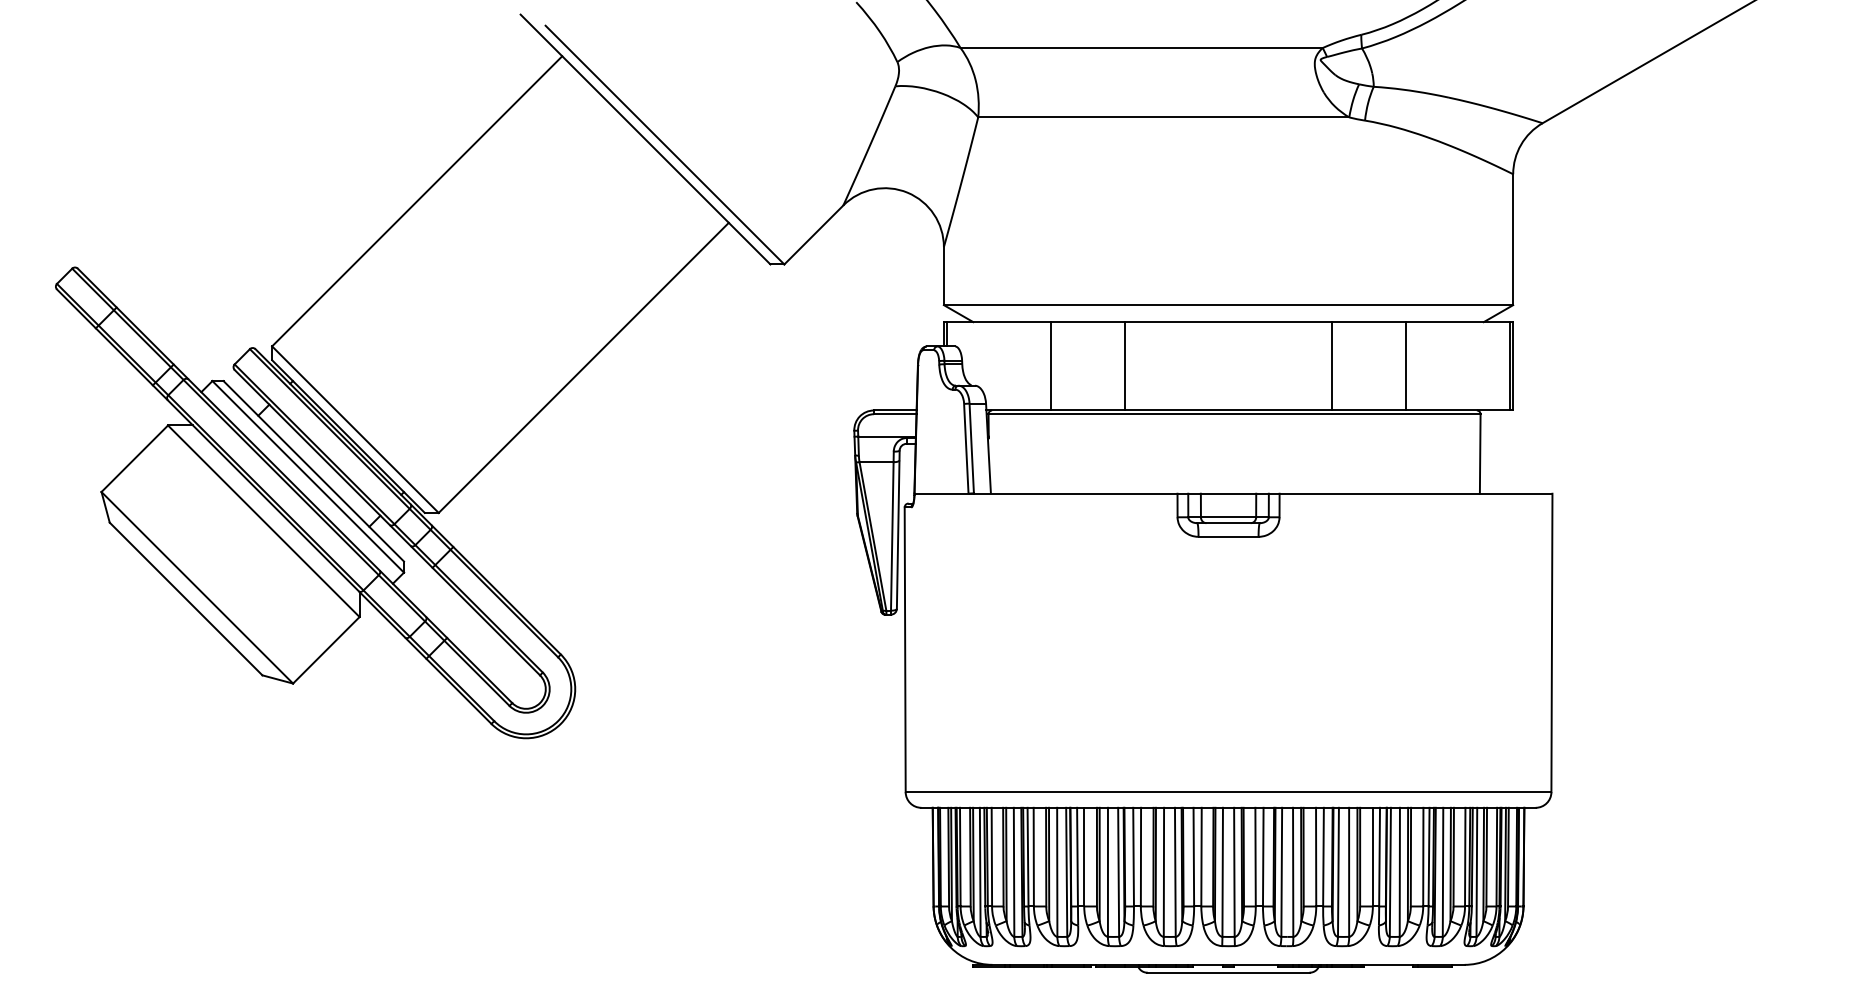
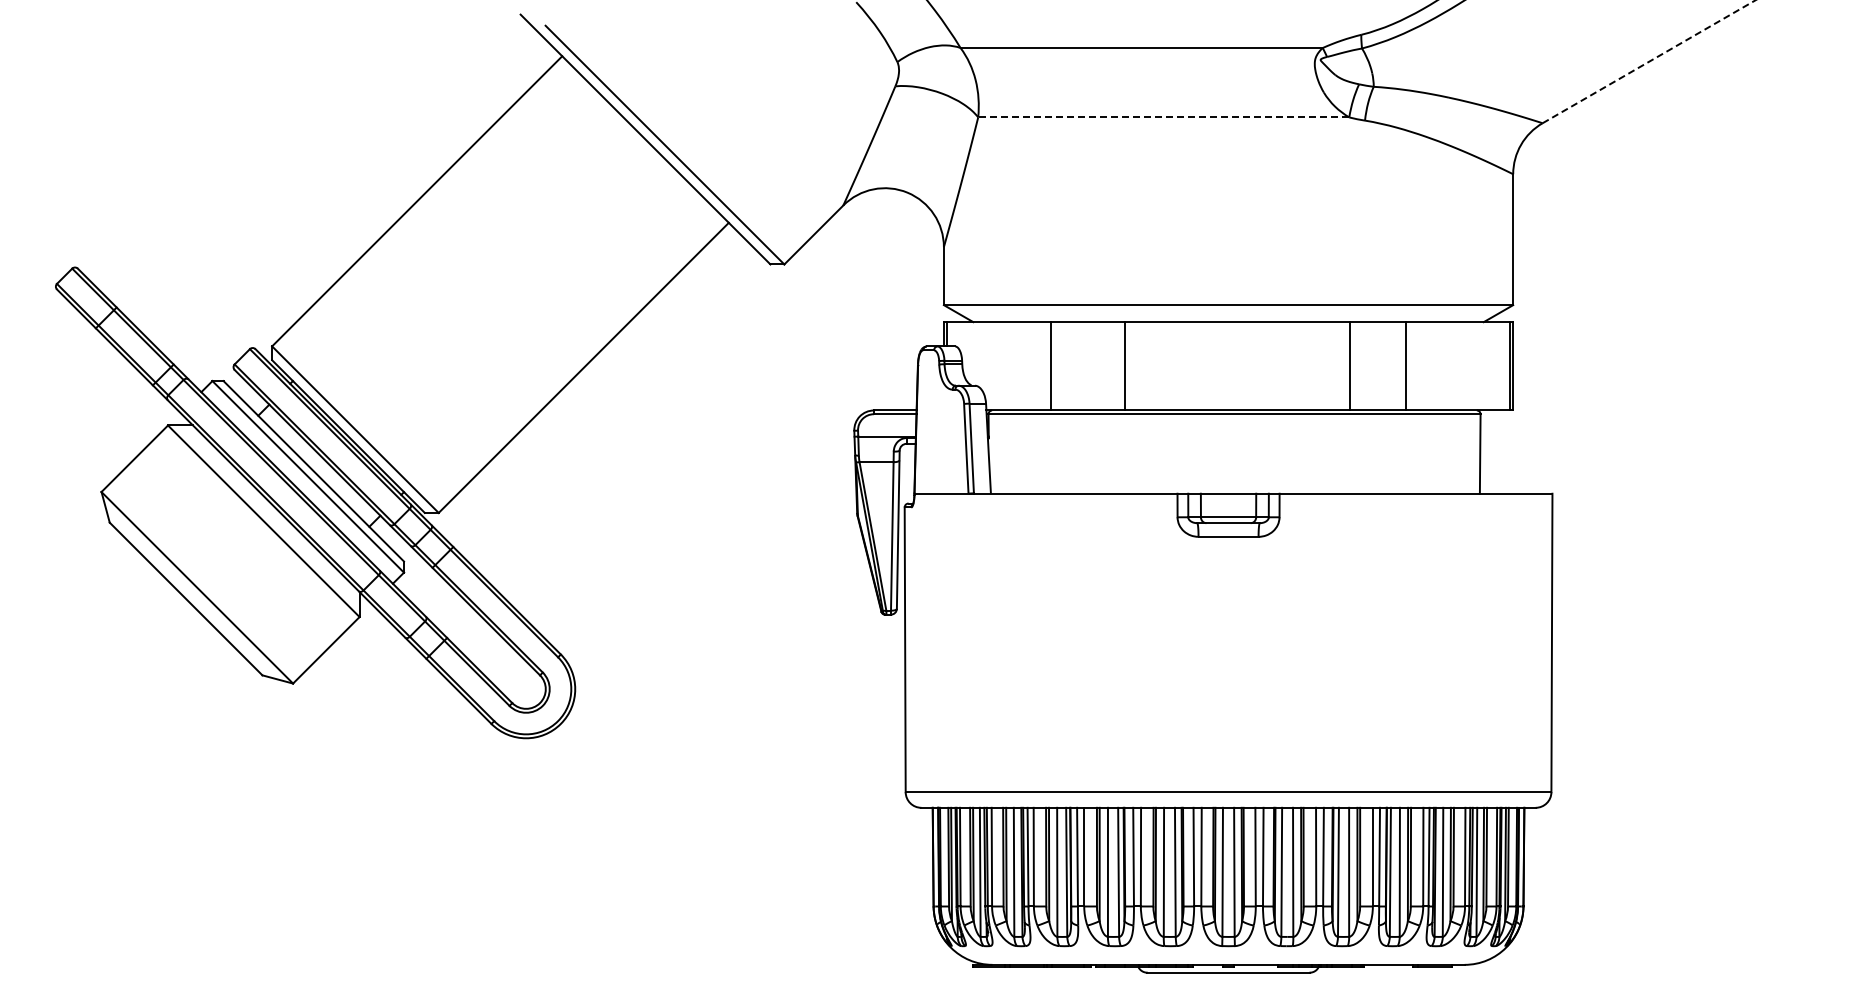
line at (1649, 61): solid -> dashed
line at (1163, 117): solid -> dashed
line at (1332, 366) position: (1332, 366) -> (1350, 366)
